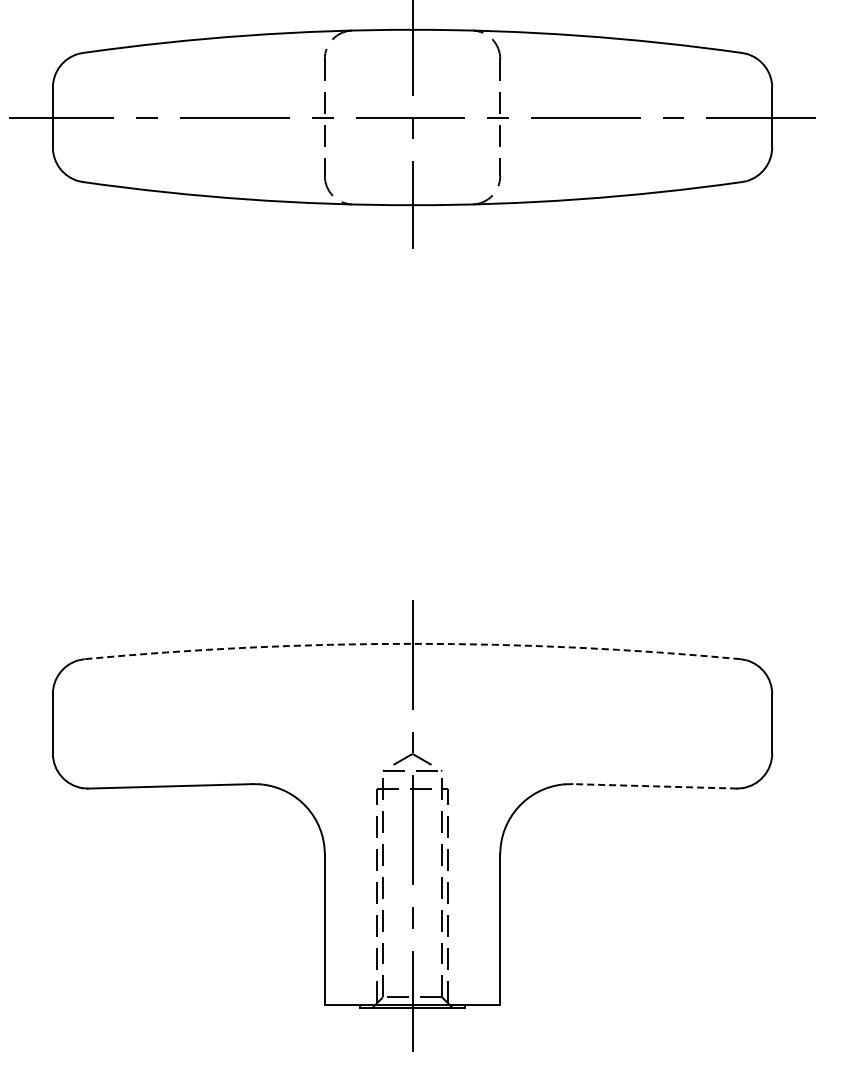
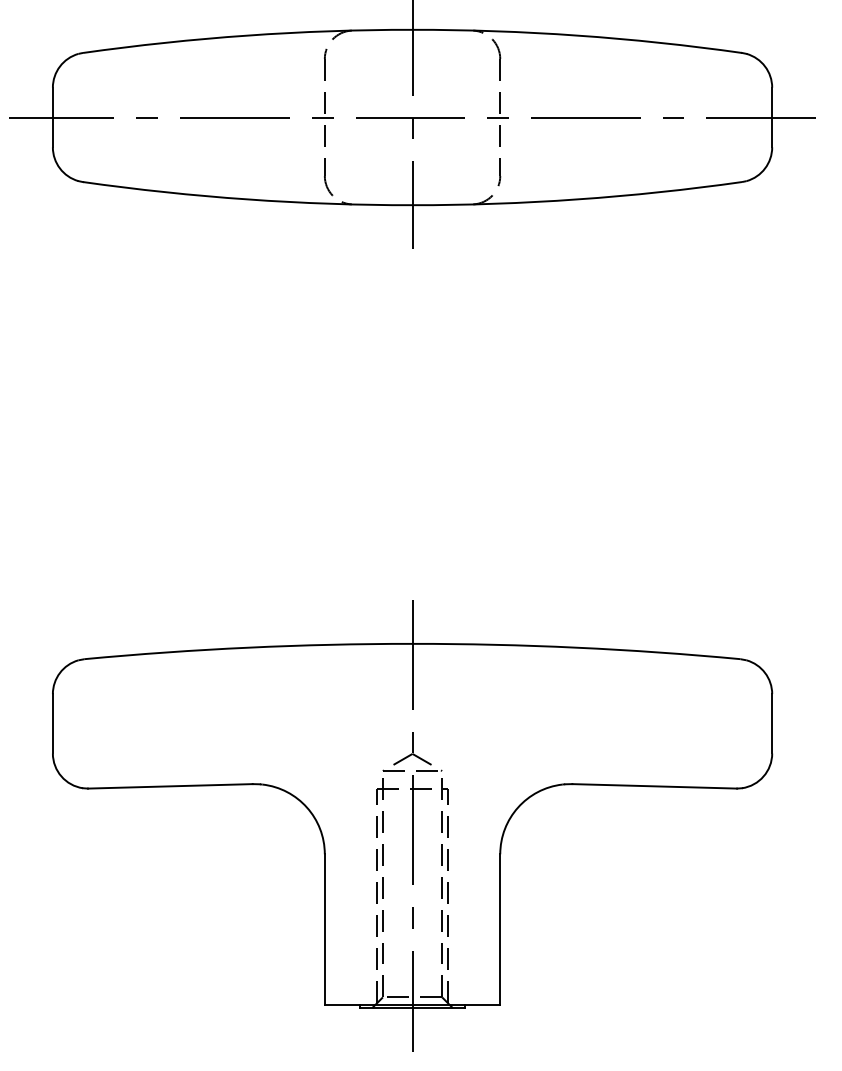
arc at (412, 643): dashed -> solid
line at (654, 786): dashed -> solid
